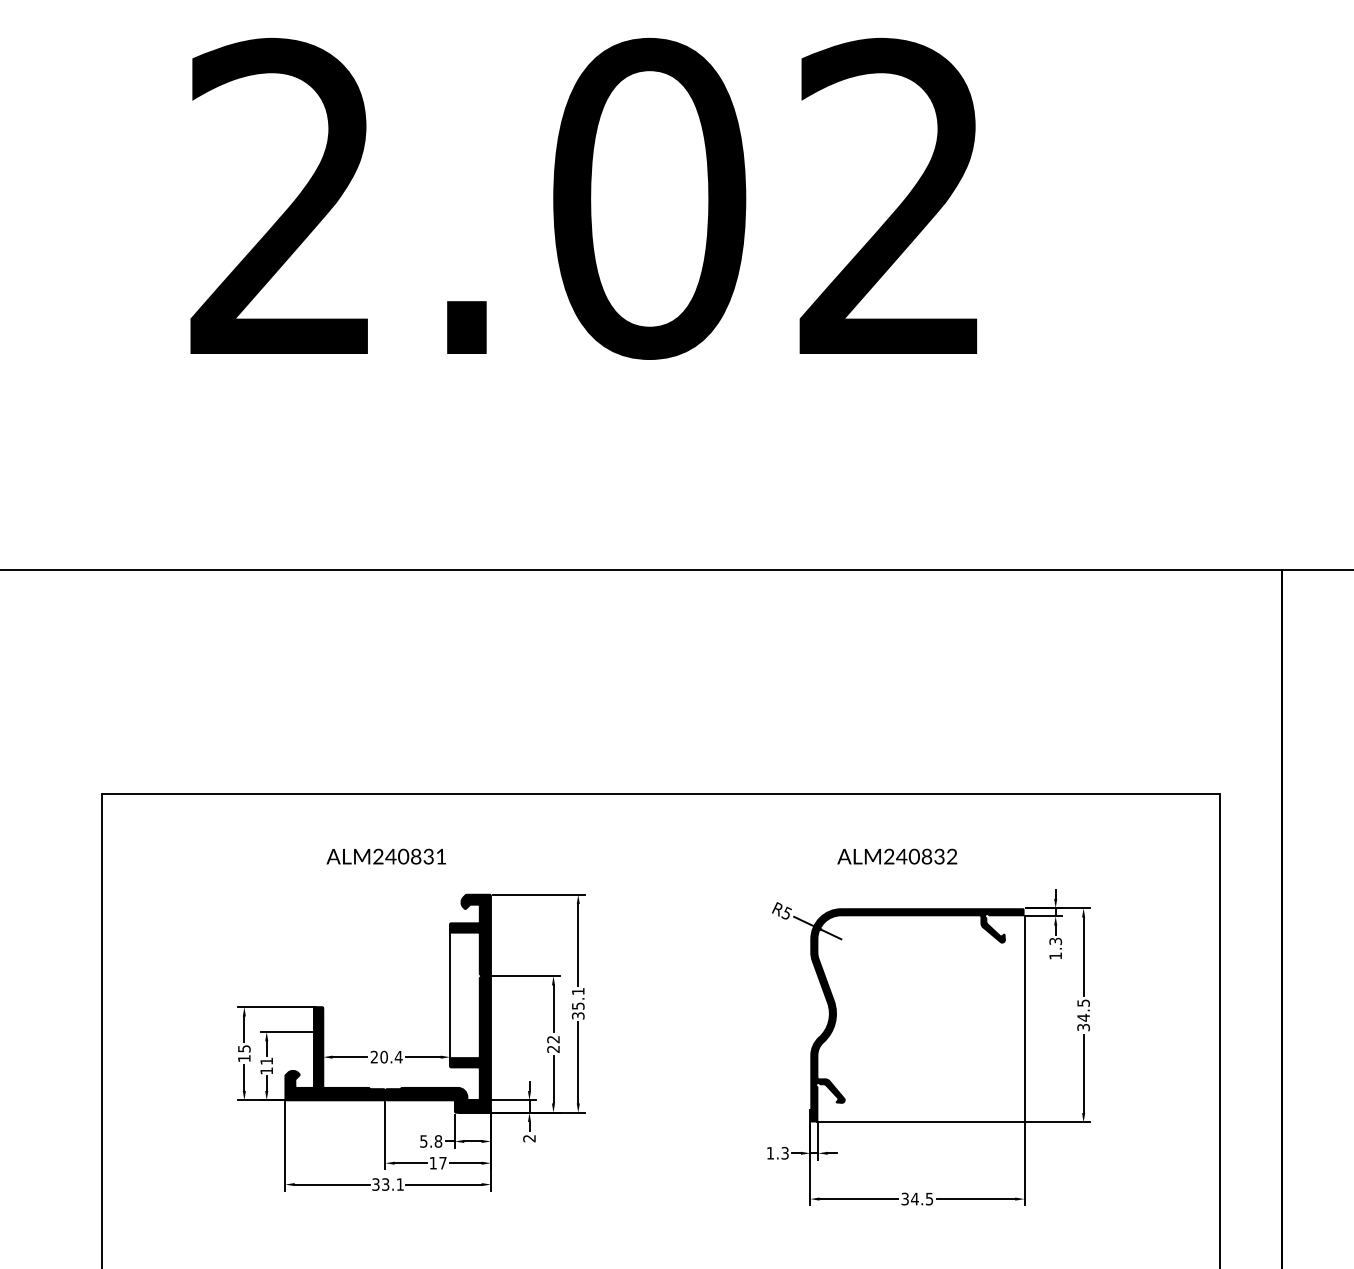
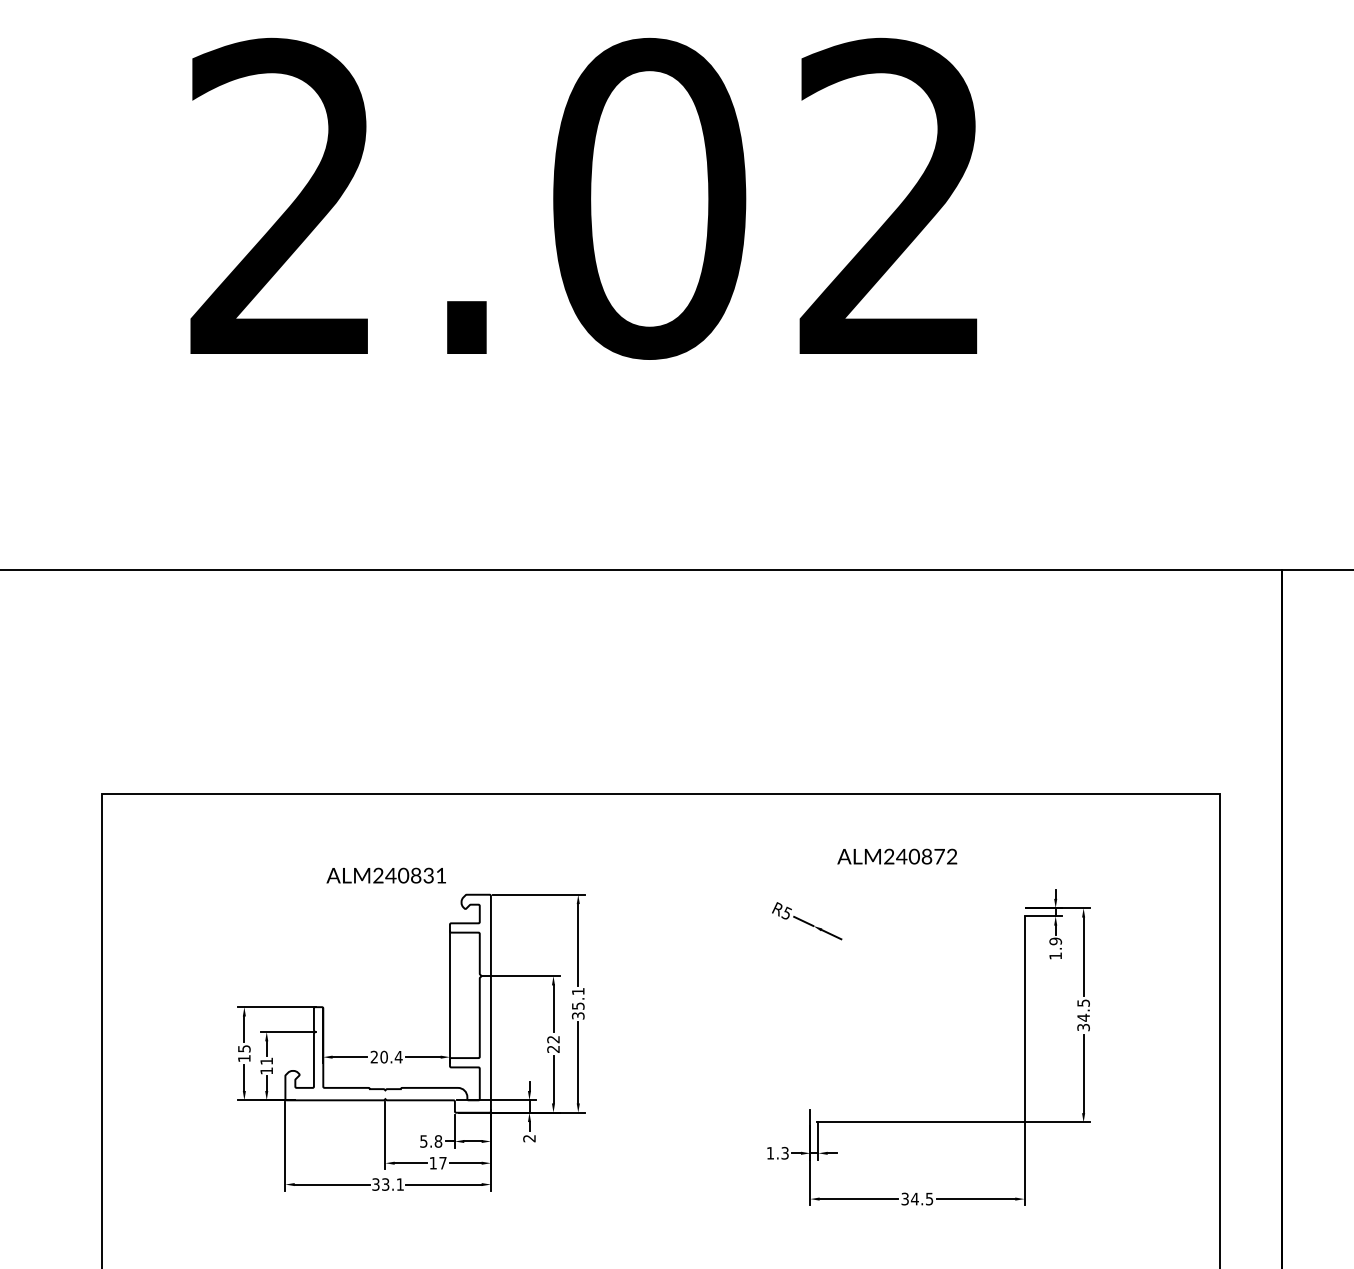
text at (385, 856) position: (385, 856) -> (385, 875)
text at (939, 856): ALM240832 -> ALM240872
text at (1055, 941): 1.3 -> 1.9
fill at (387, 1003): present -> none
fill at (917, 1015): present -> none
